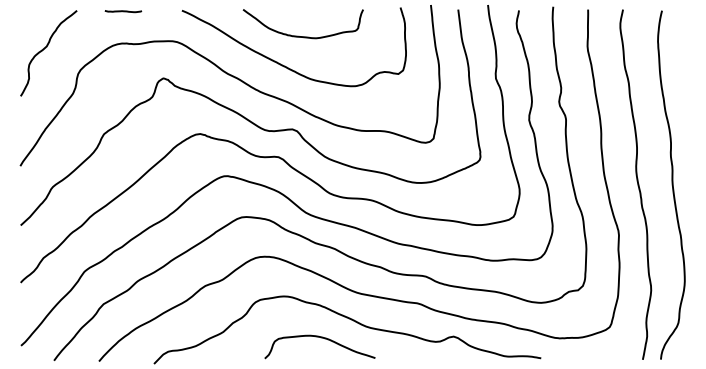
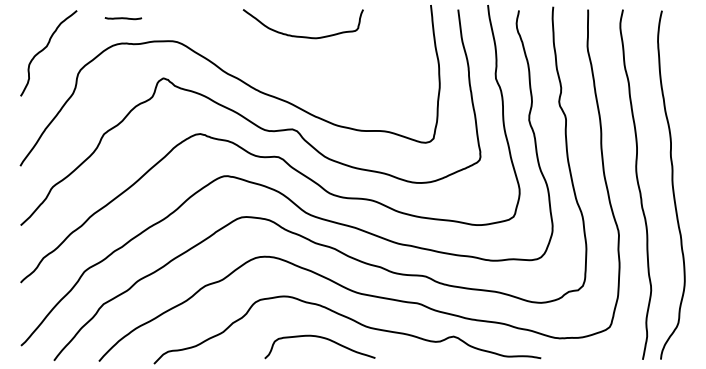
line at (123, 11) position: (123, 11) -> (123, 18)
curve at (285, 65): present -> none
